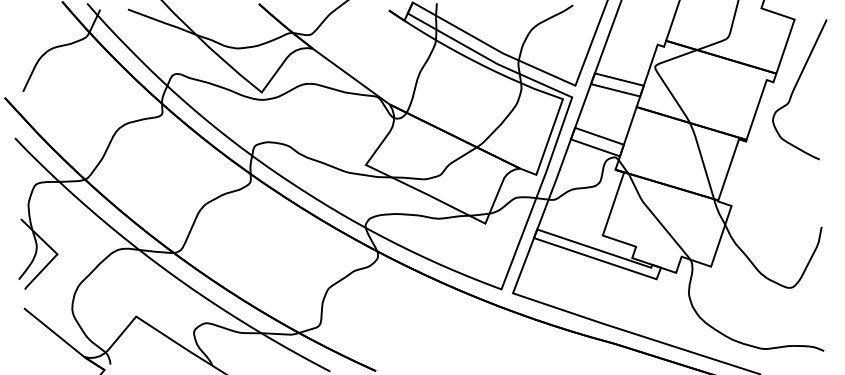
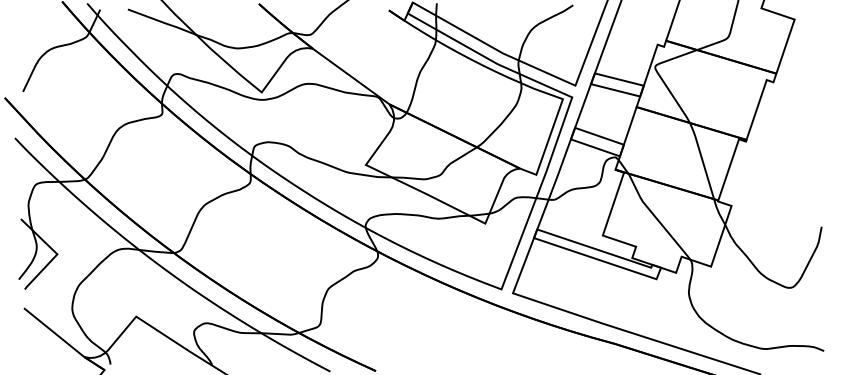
curve at (795, 88): present -> none
